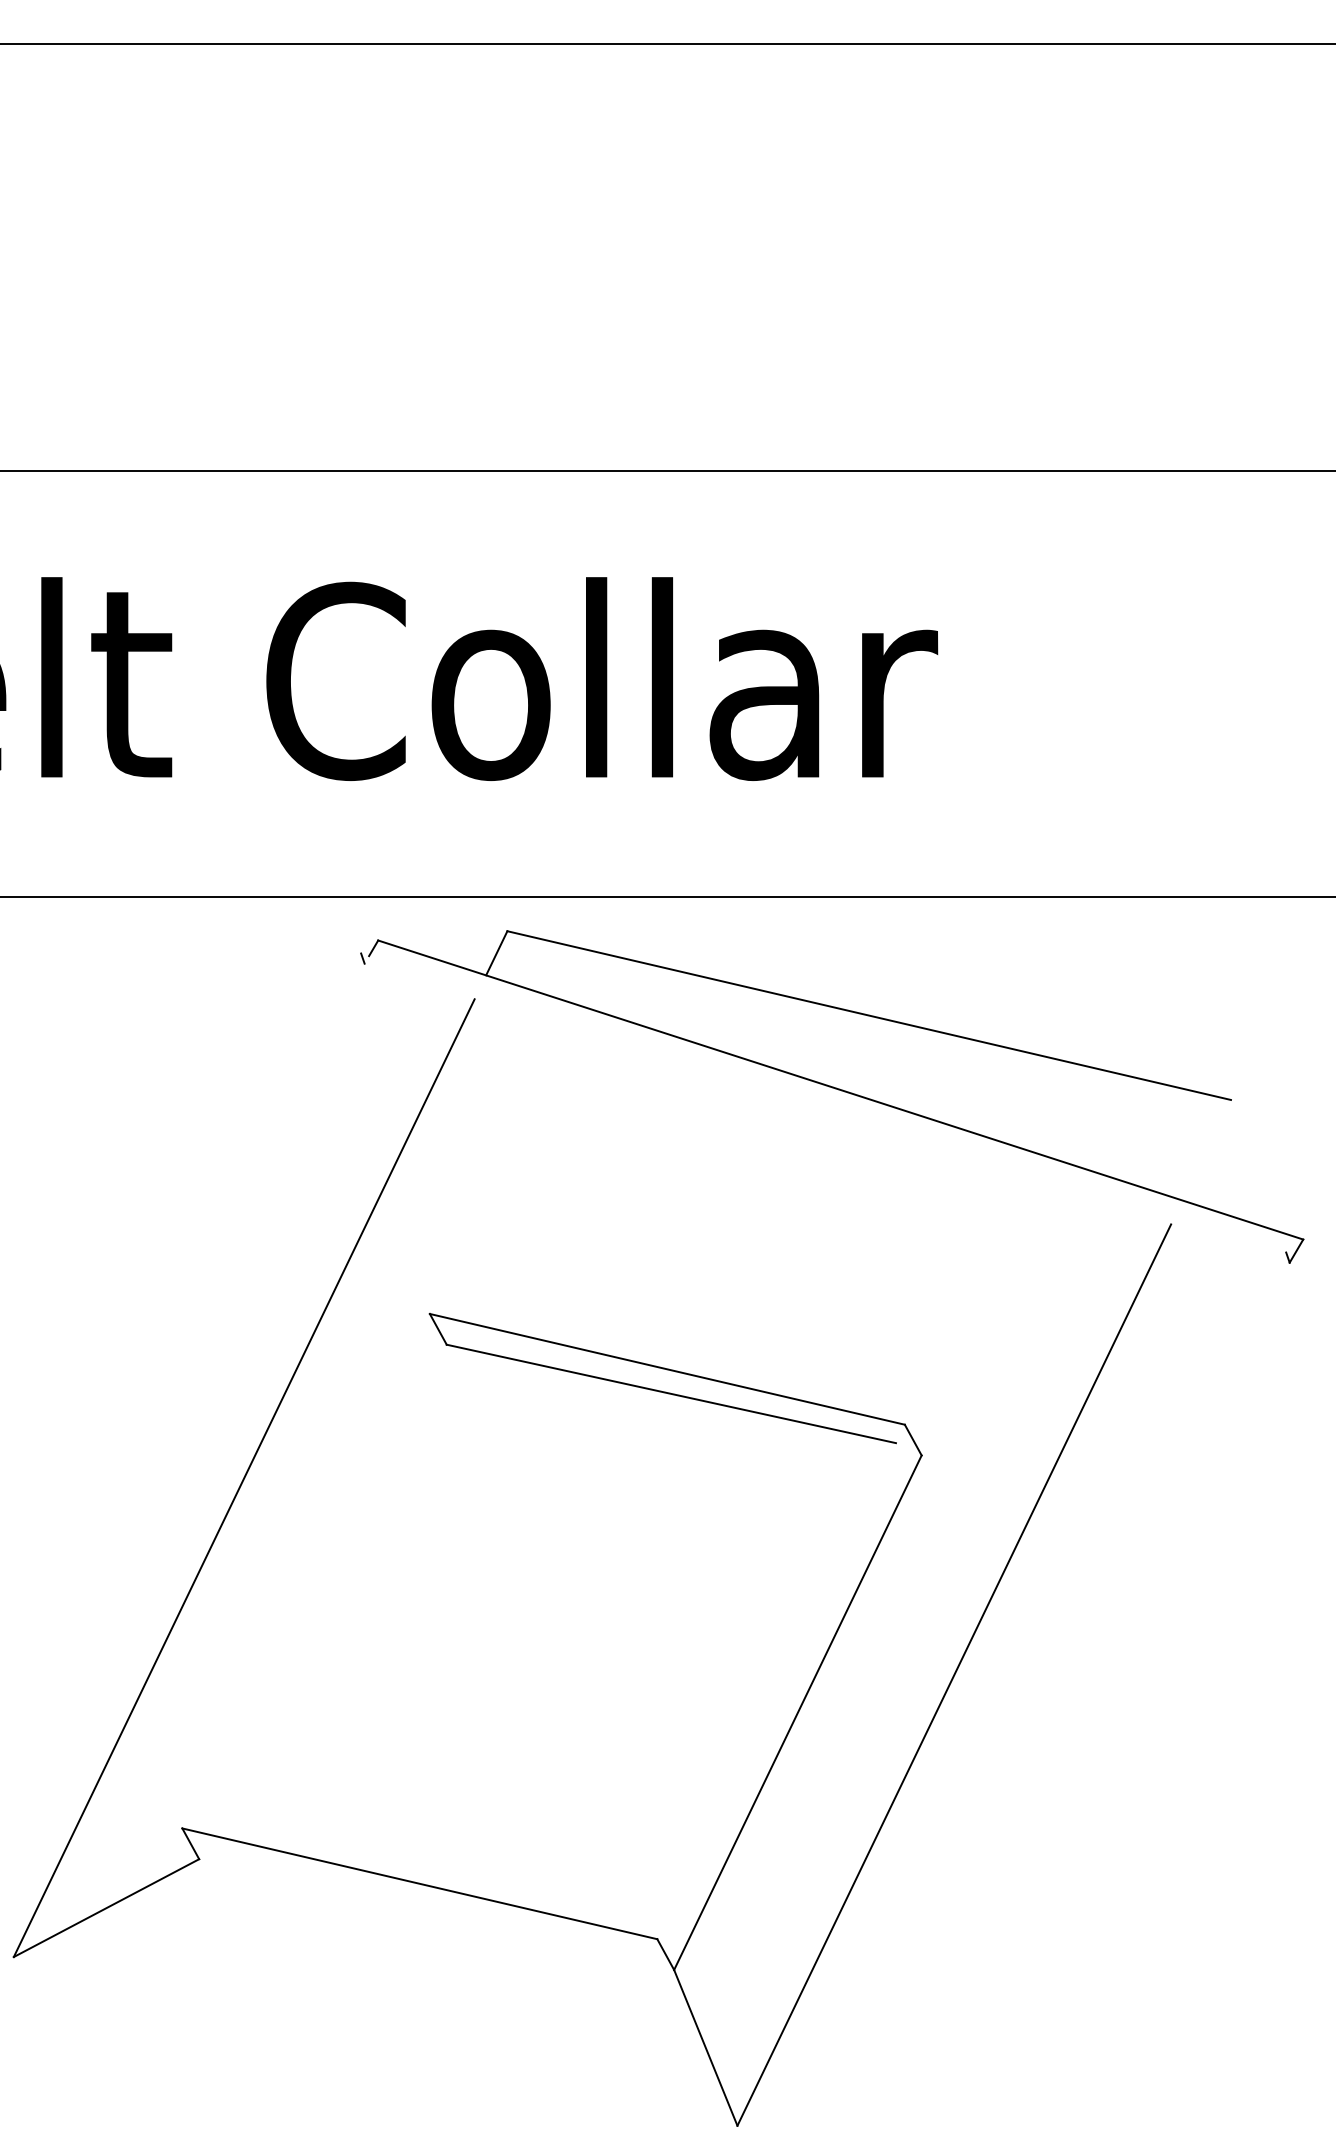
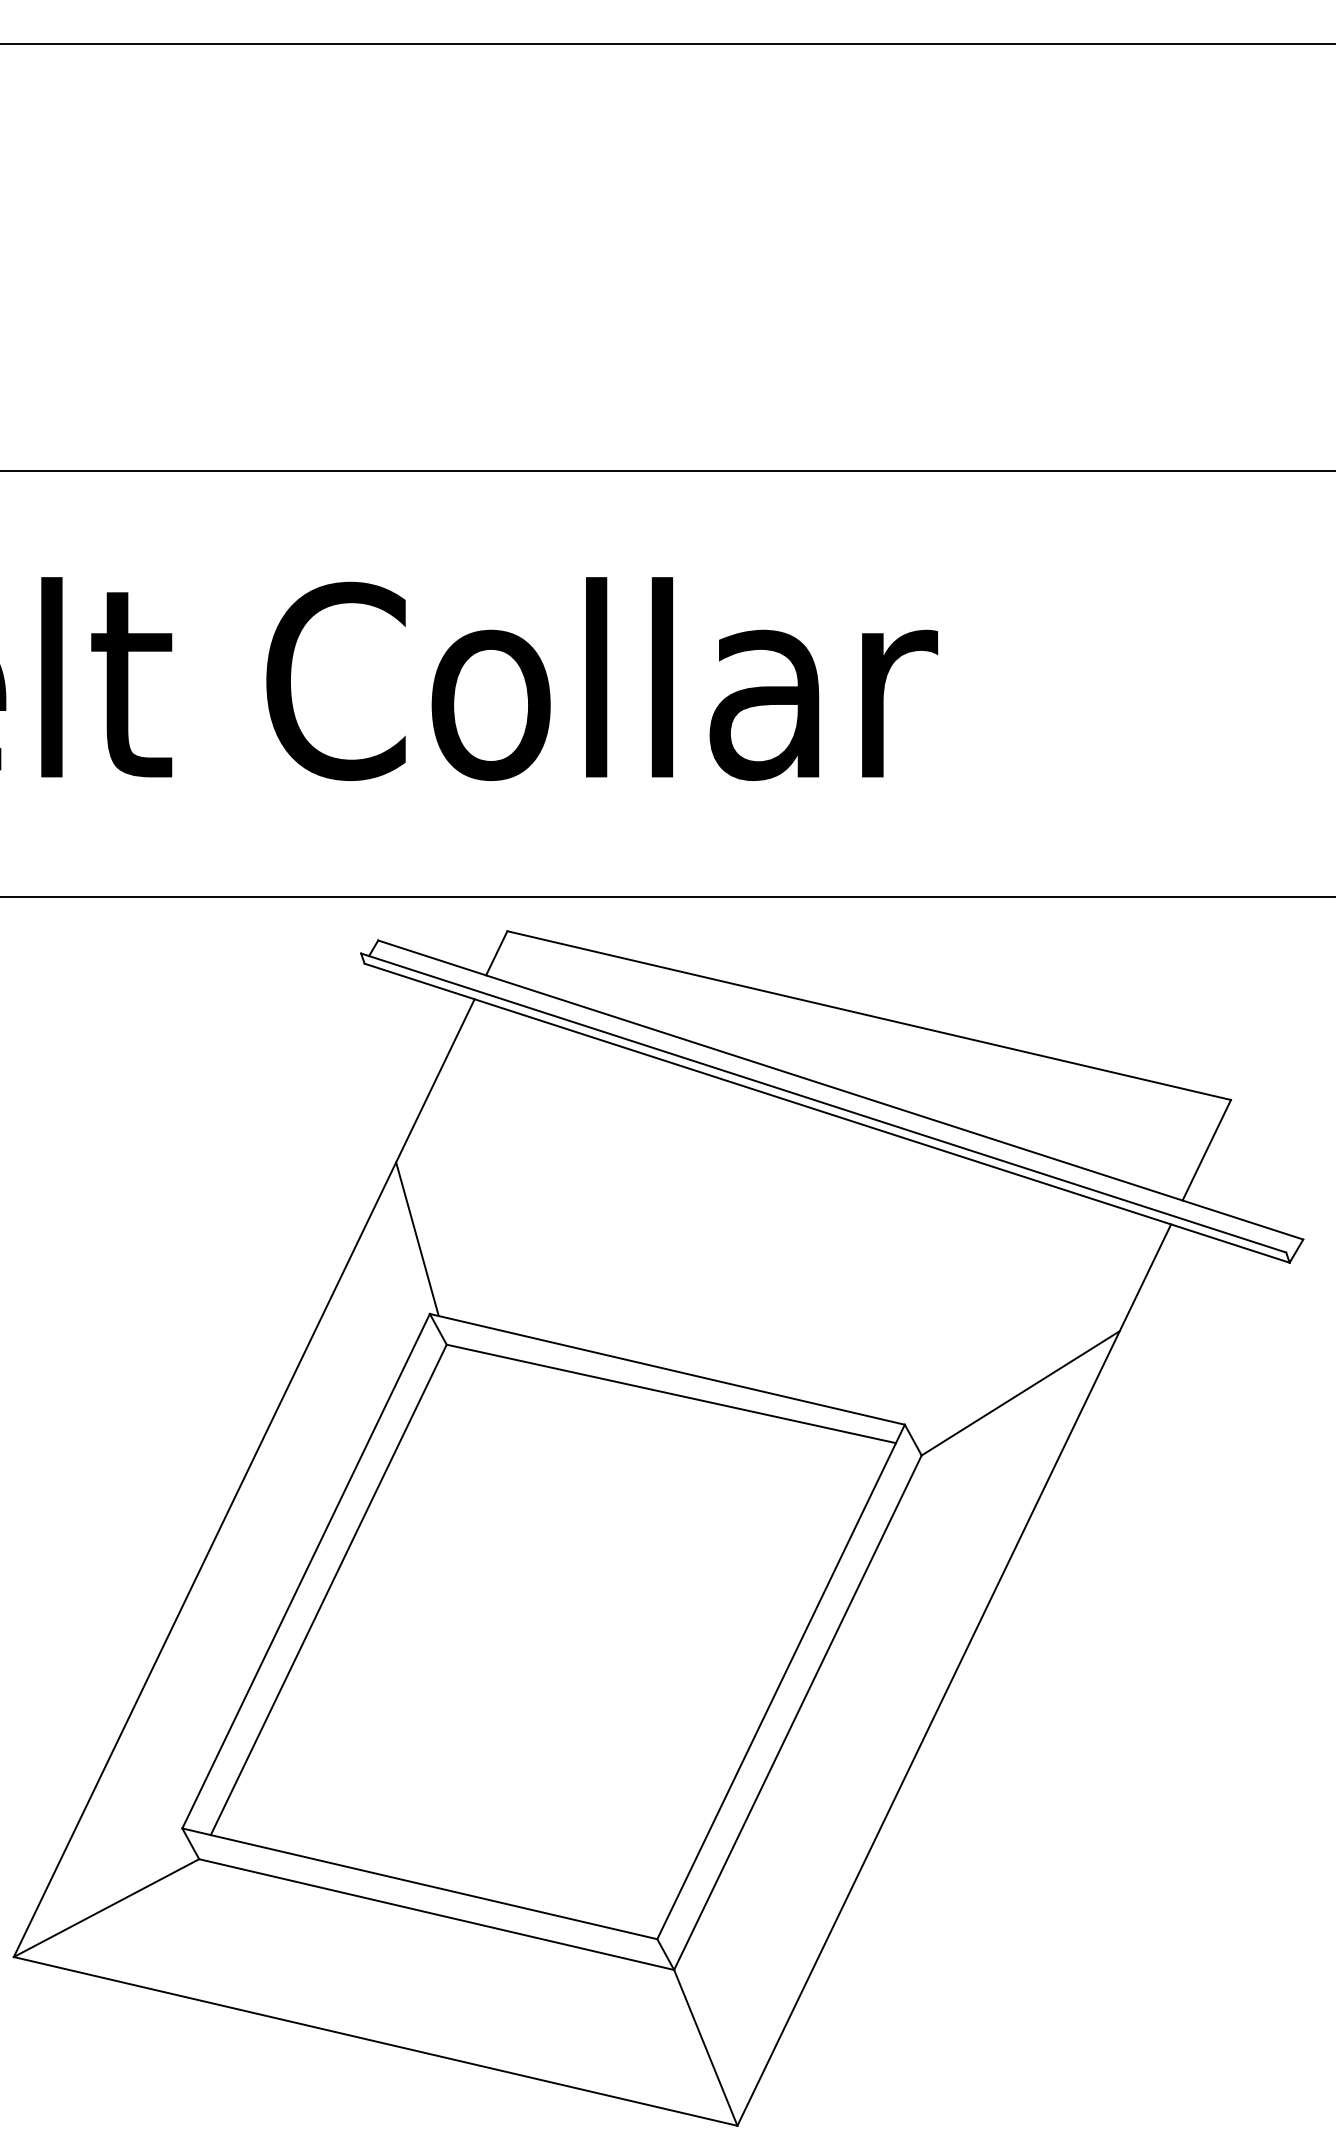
line at (823, 1102): none -> present
line at (826, 1112): none -> present
line at (1206, 1149): none -> present
line at (417, 1239): none -> present
line at (1020, 1393): none -> present
line at (305, 1570): none -> present
line at (328, 1589): none -> present
line at (780, 1681): none -> present
line at (436, 1914): none -> present
line at (375, 2041): none -> present
